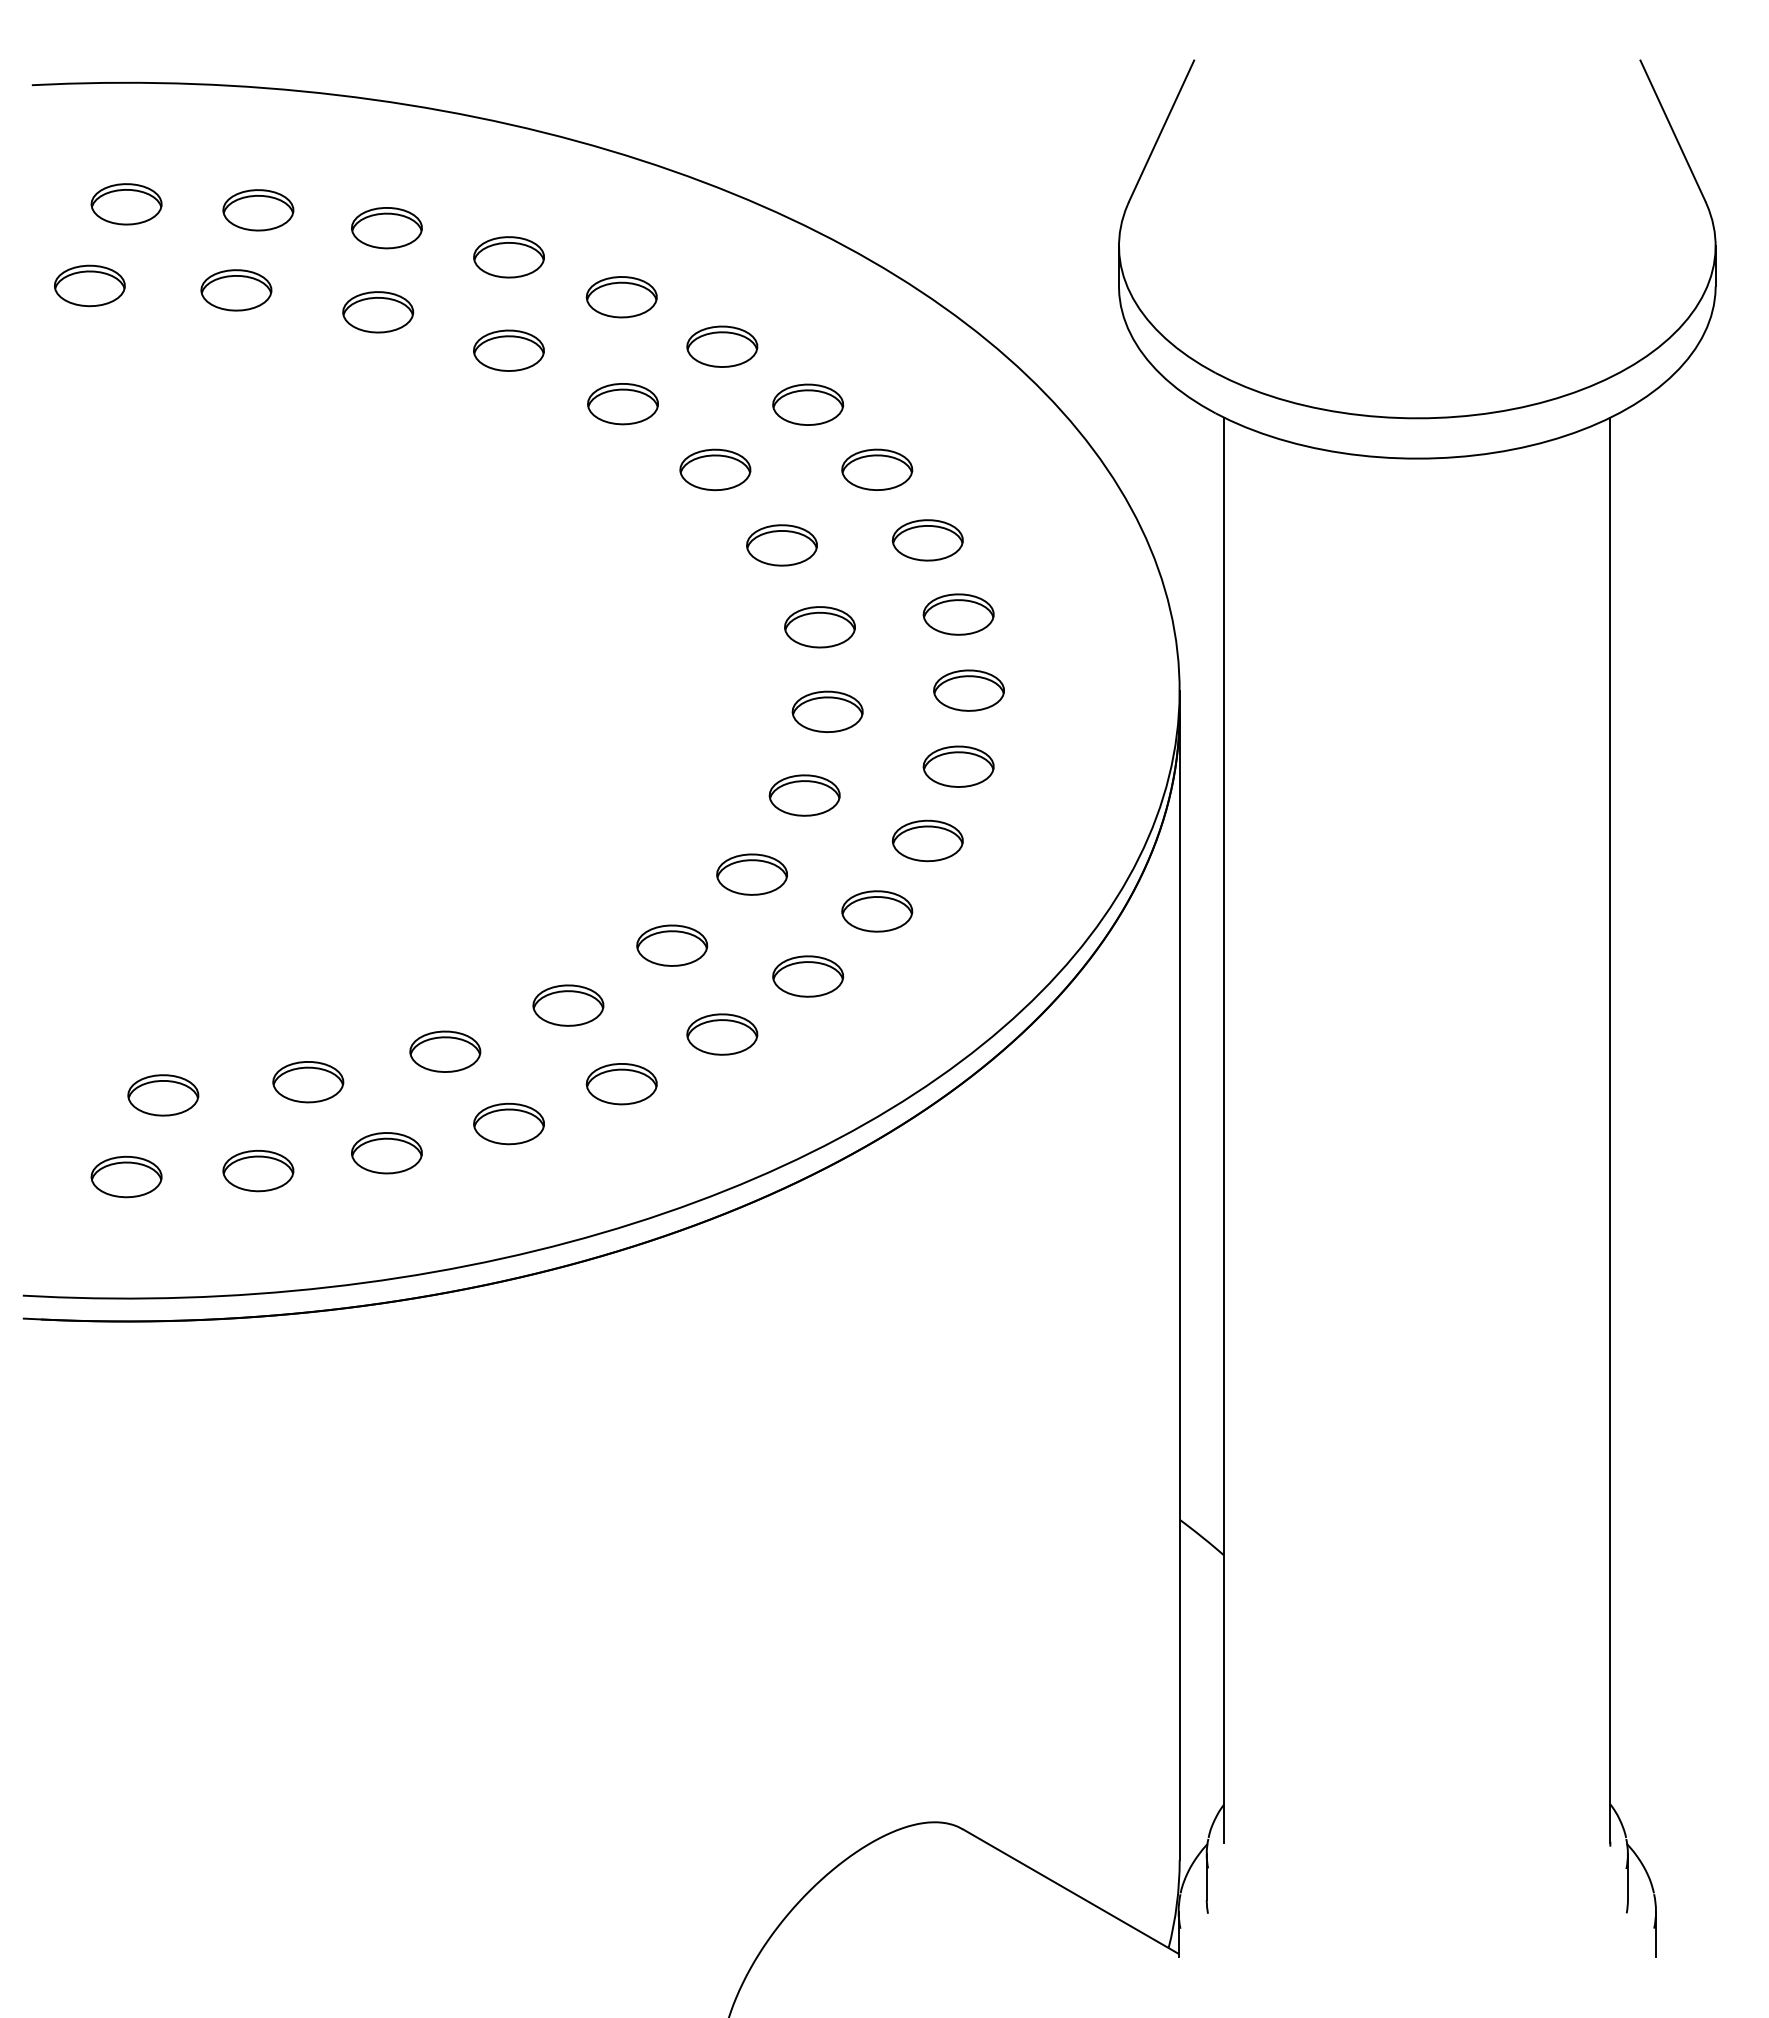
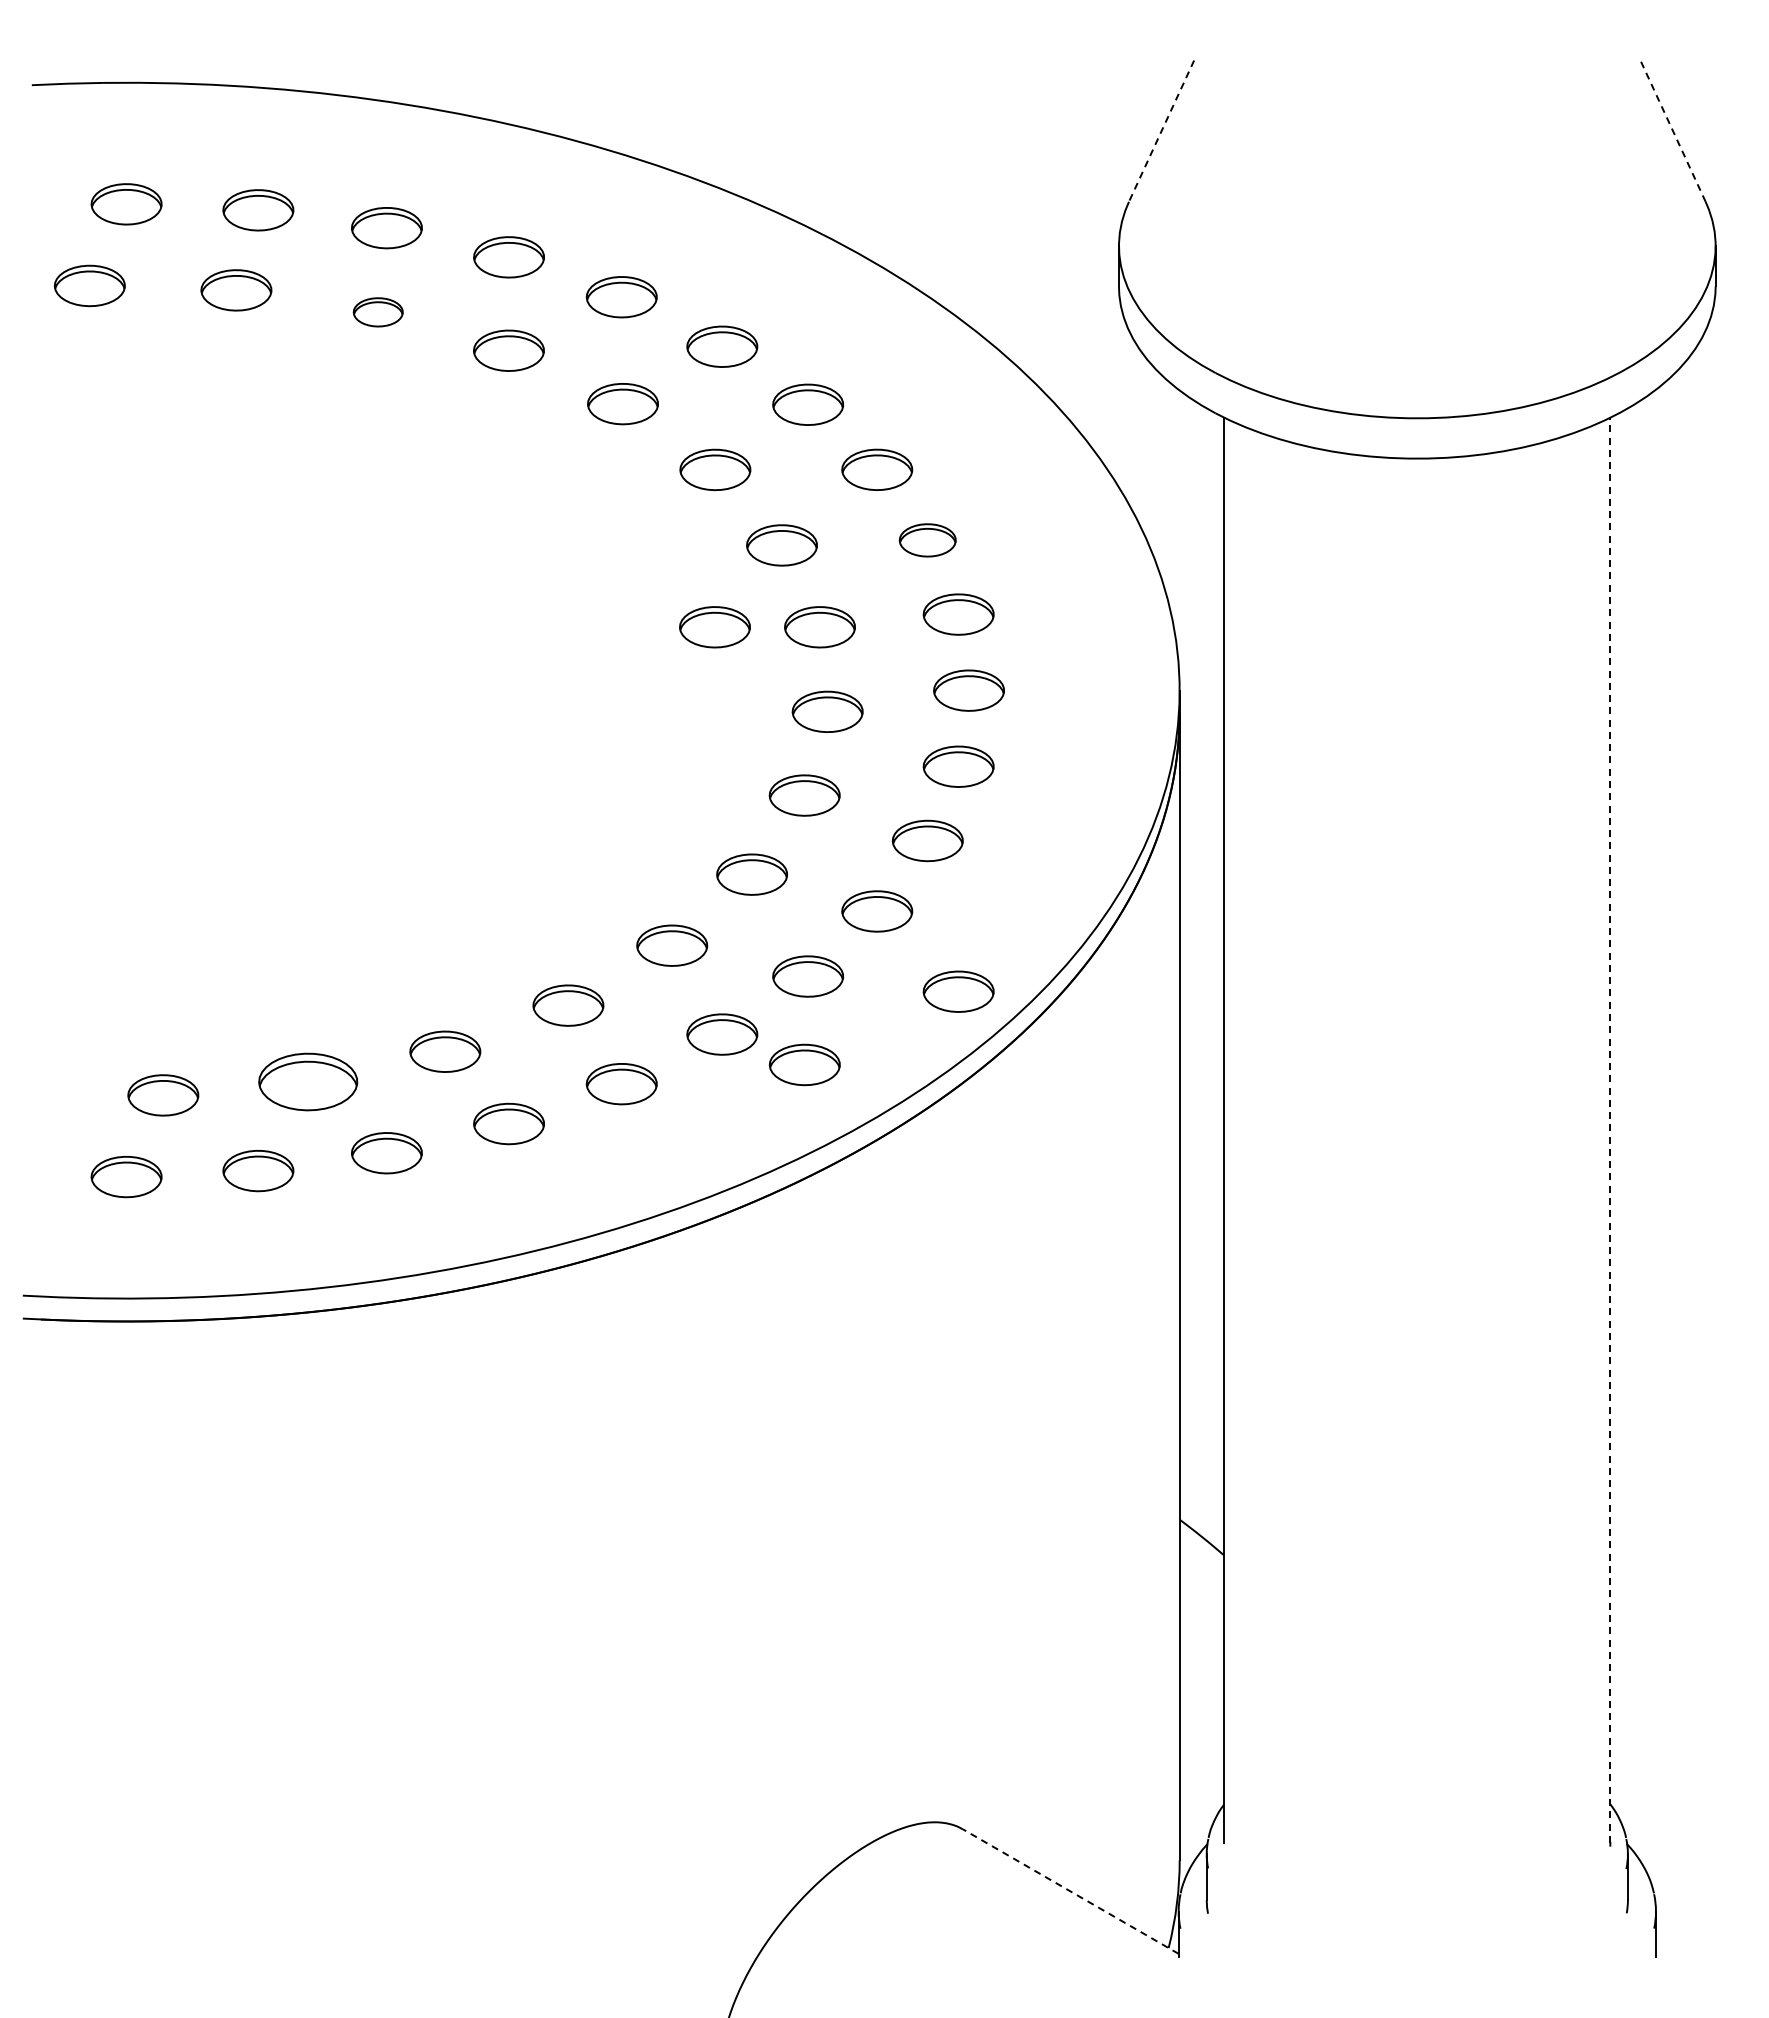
line at (1161, 131): solid -> dashed
line at (1673, 131): solid -> dashed
part at (378, 312) size: 73x43 px -> 52x31 px
part at (927, 540) size: 73x43 px -> 59x35 px
part at (714, 627): none -> present
part at (958, 991): none -> present
part at (804, 1064): none -> present
part at (308, 1082) size: 73x43 px -> 101x60 px
line at (1610, 1130): solid -> dashed
line at (1070, 1891): solid -> dashed
